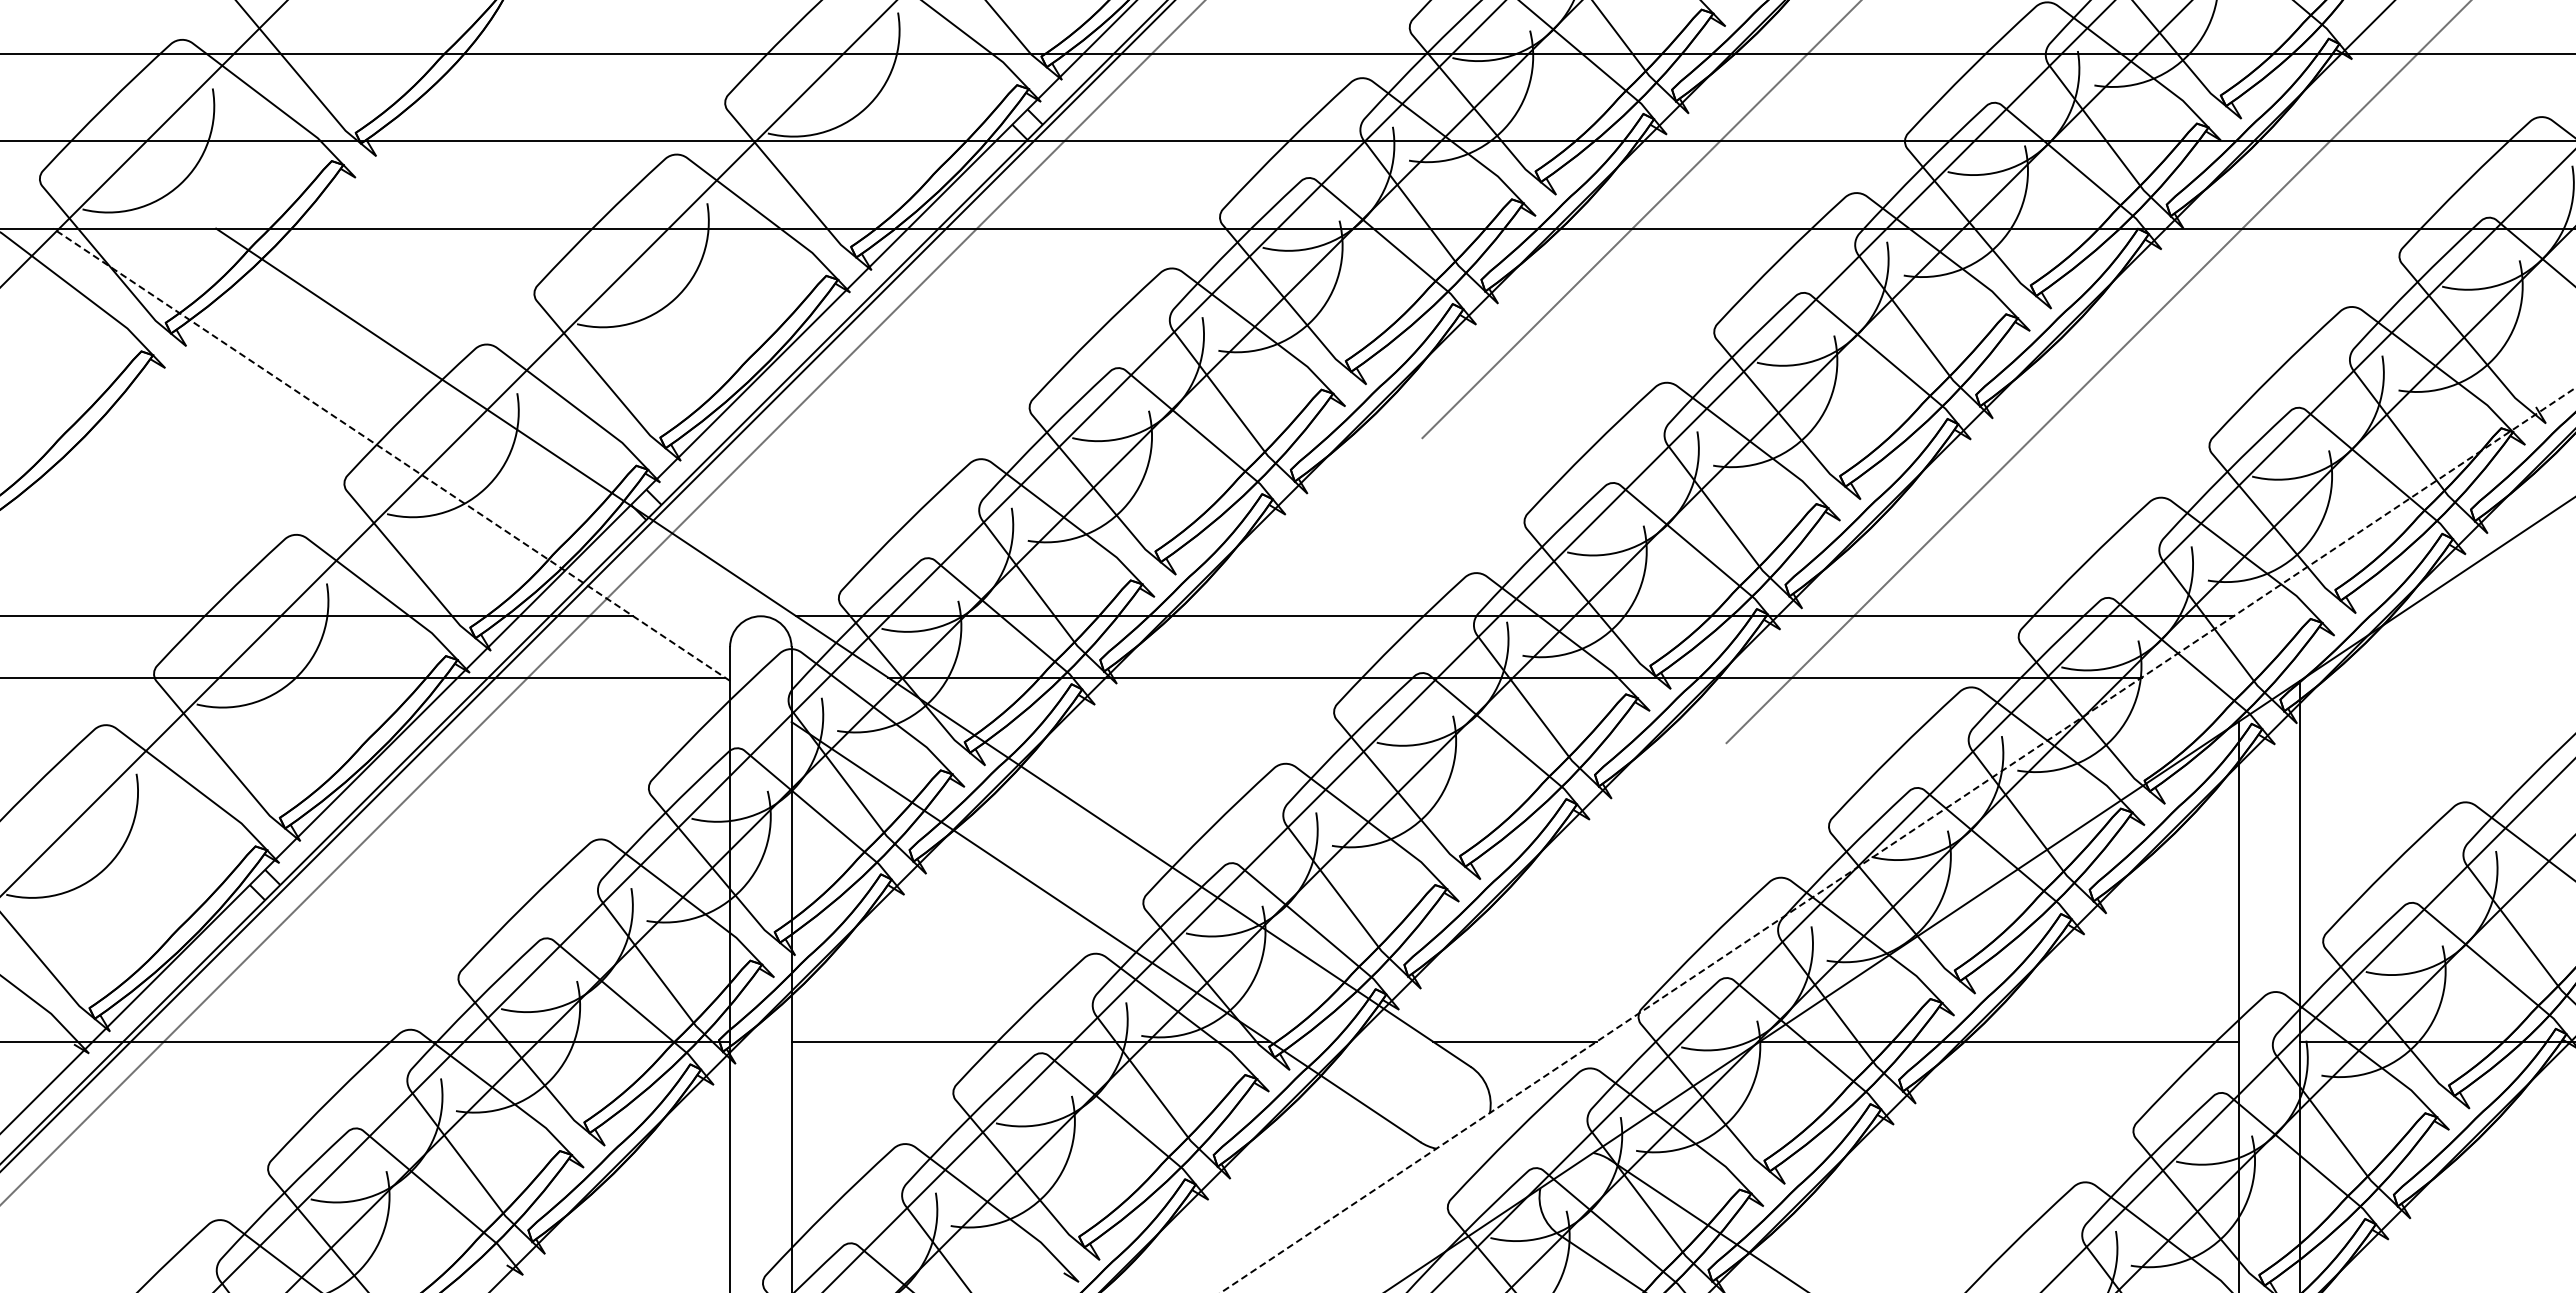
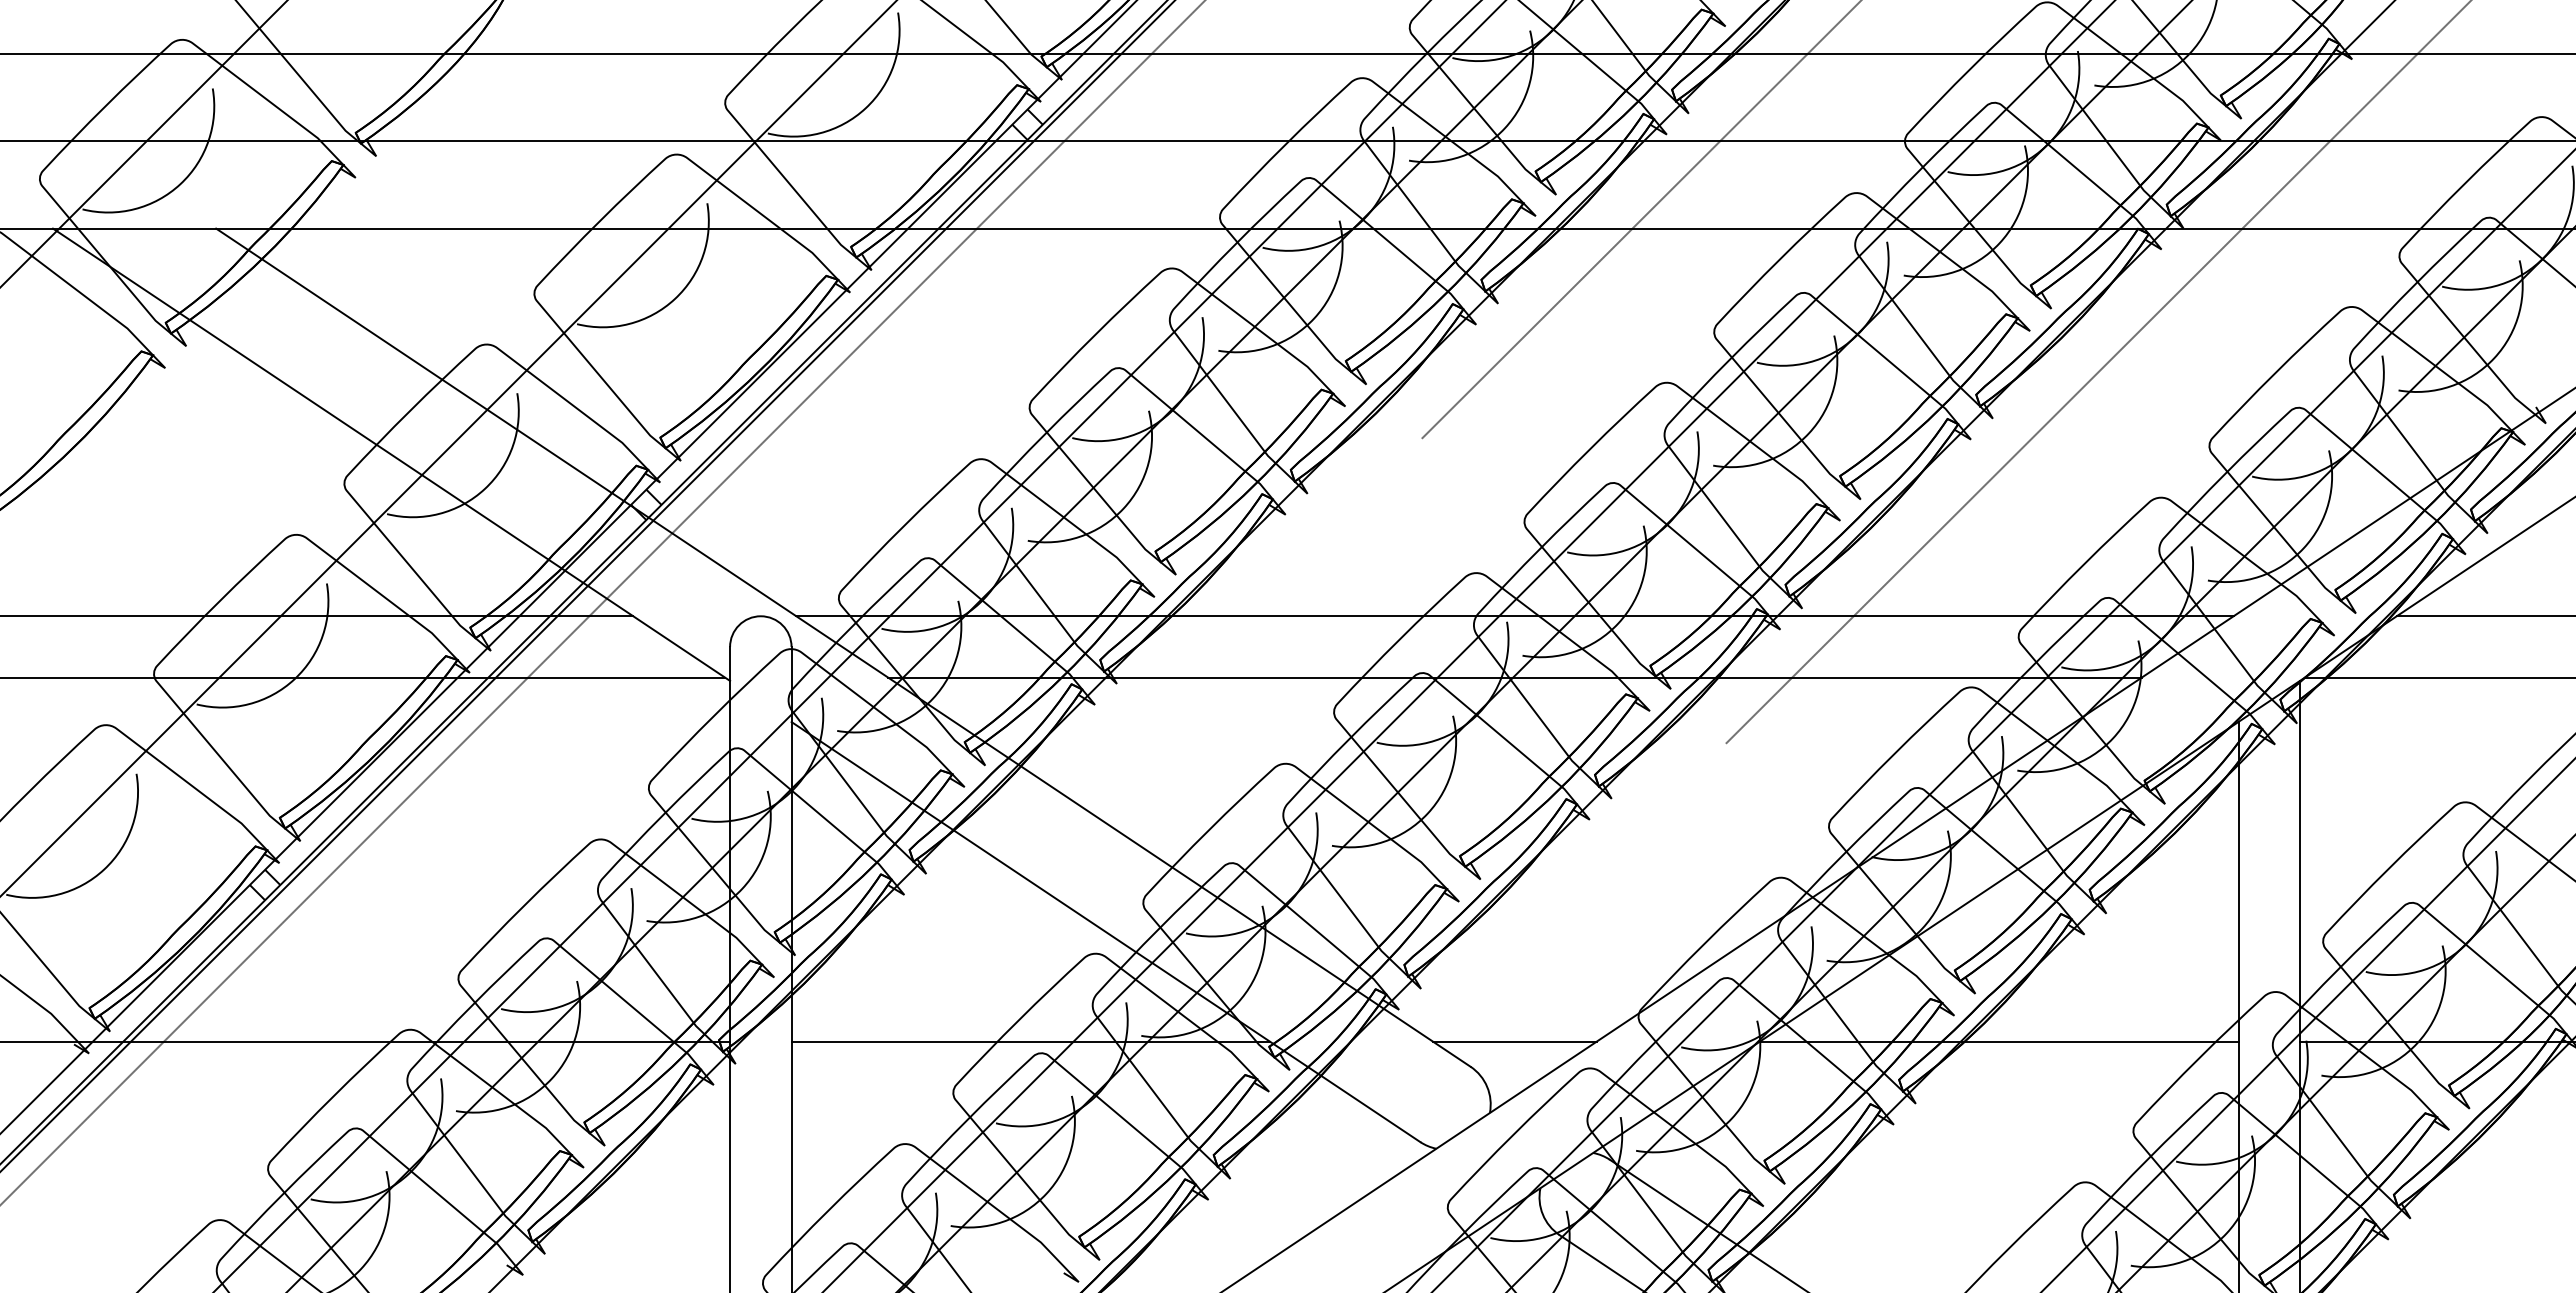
line at (391, 454): dashed -> solid
line at (2484, 616): none -> present
line at (2438, 677): none -> present
line at (1898, 839): dashed -> solid
